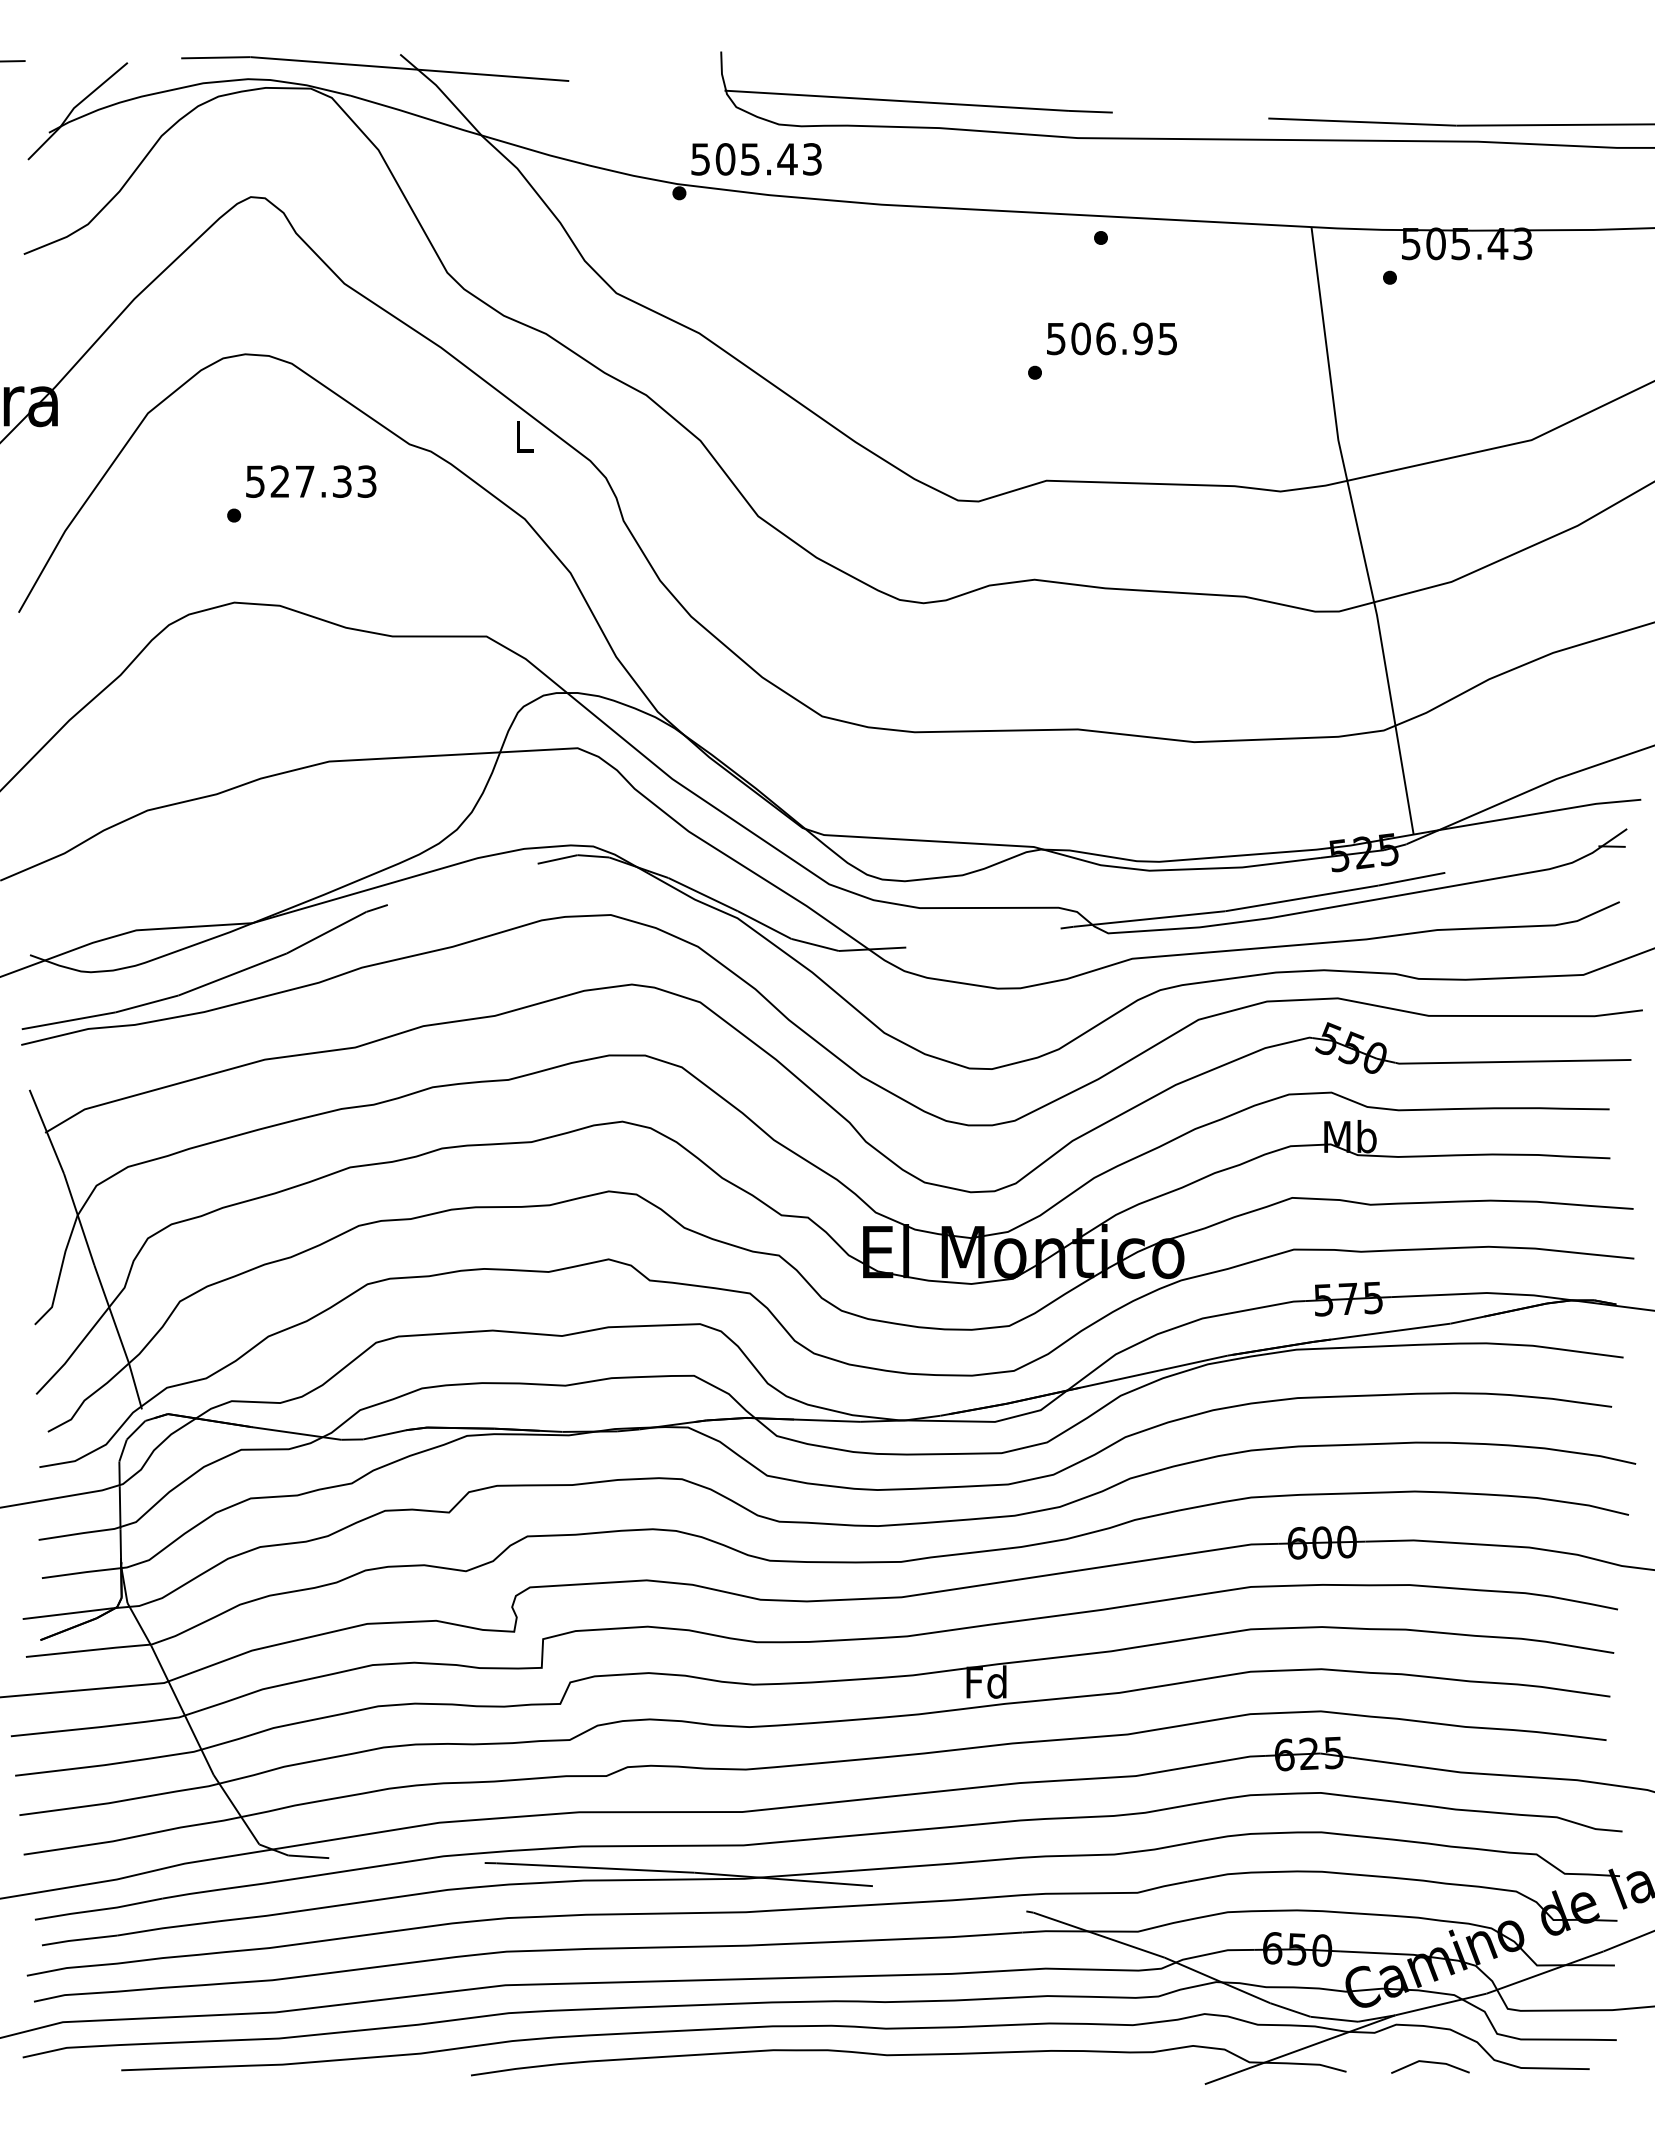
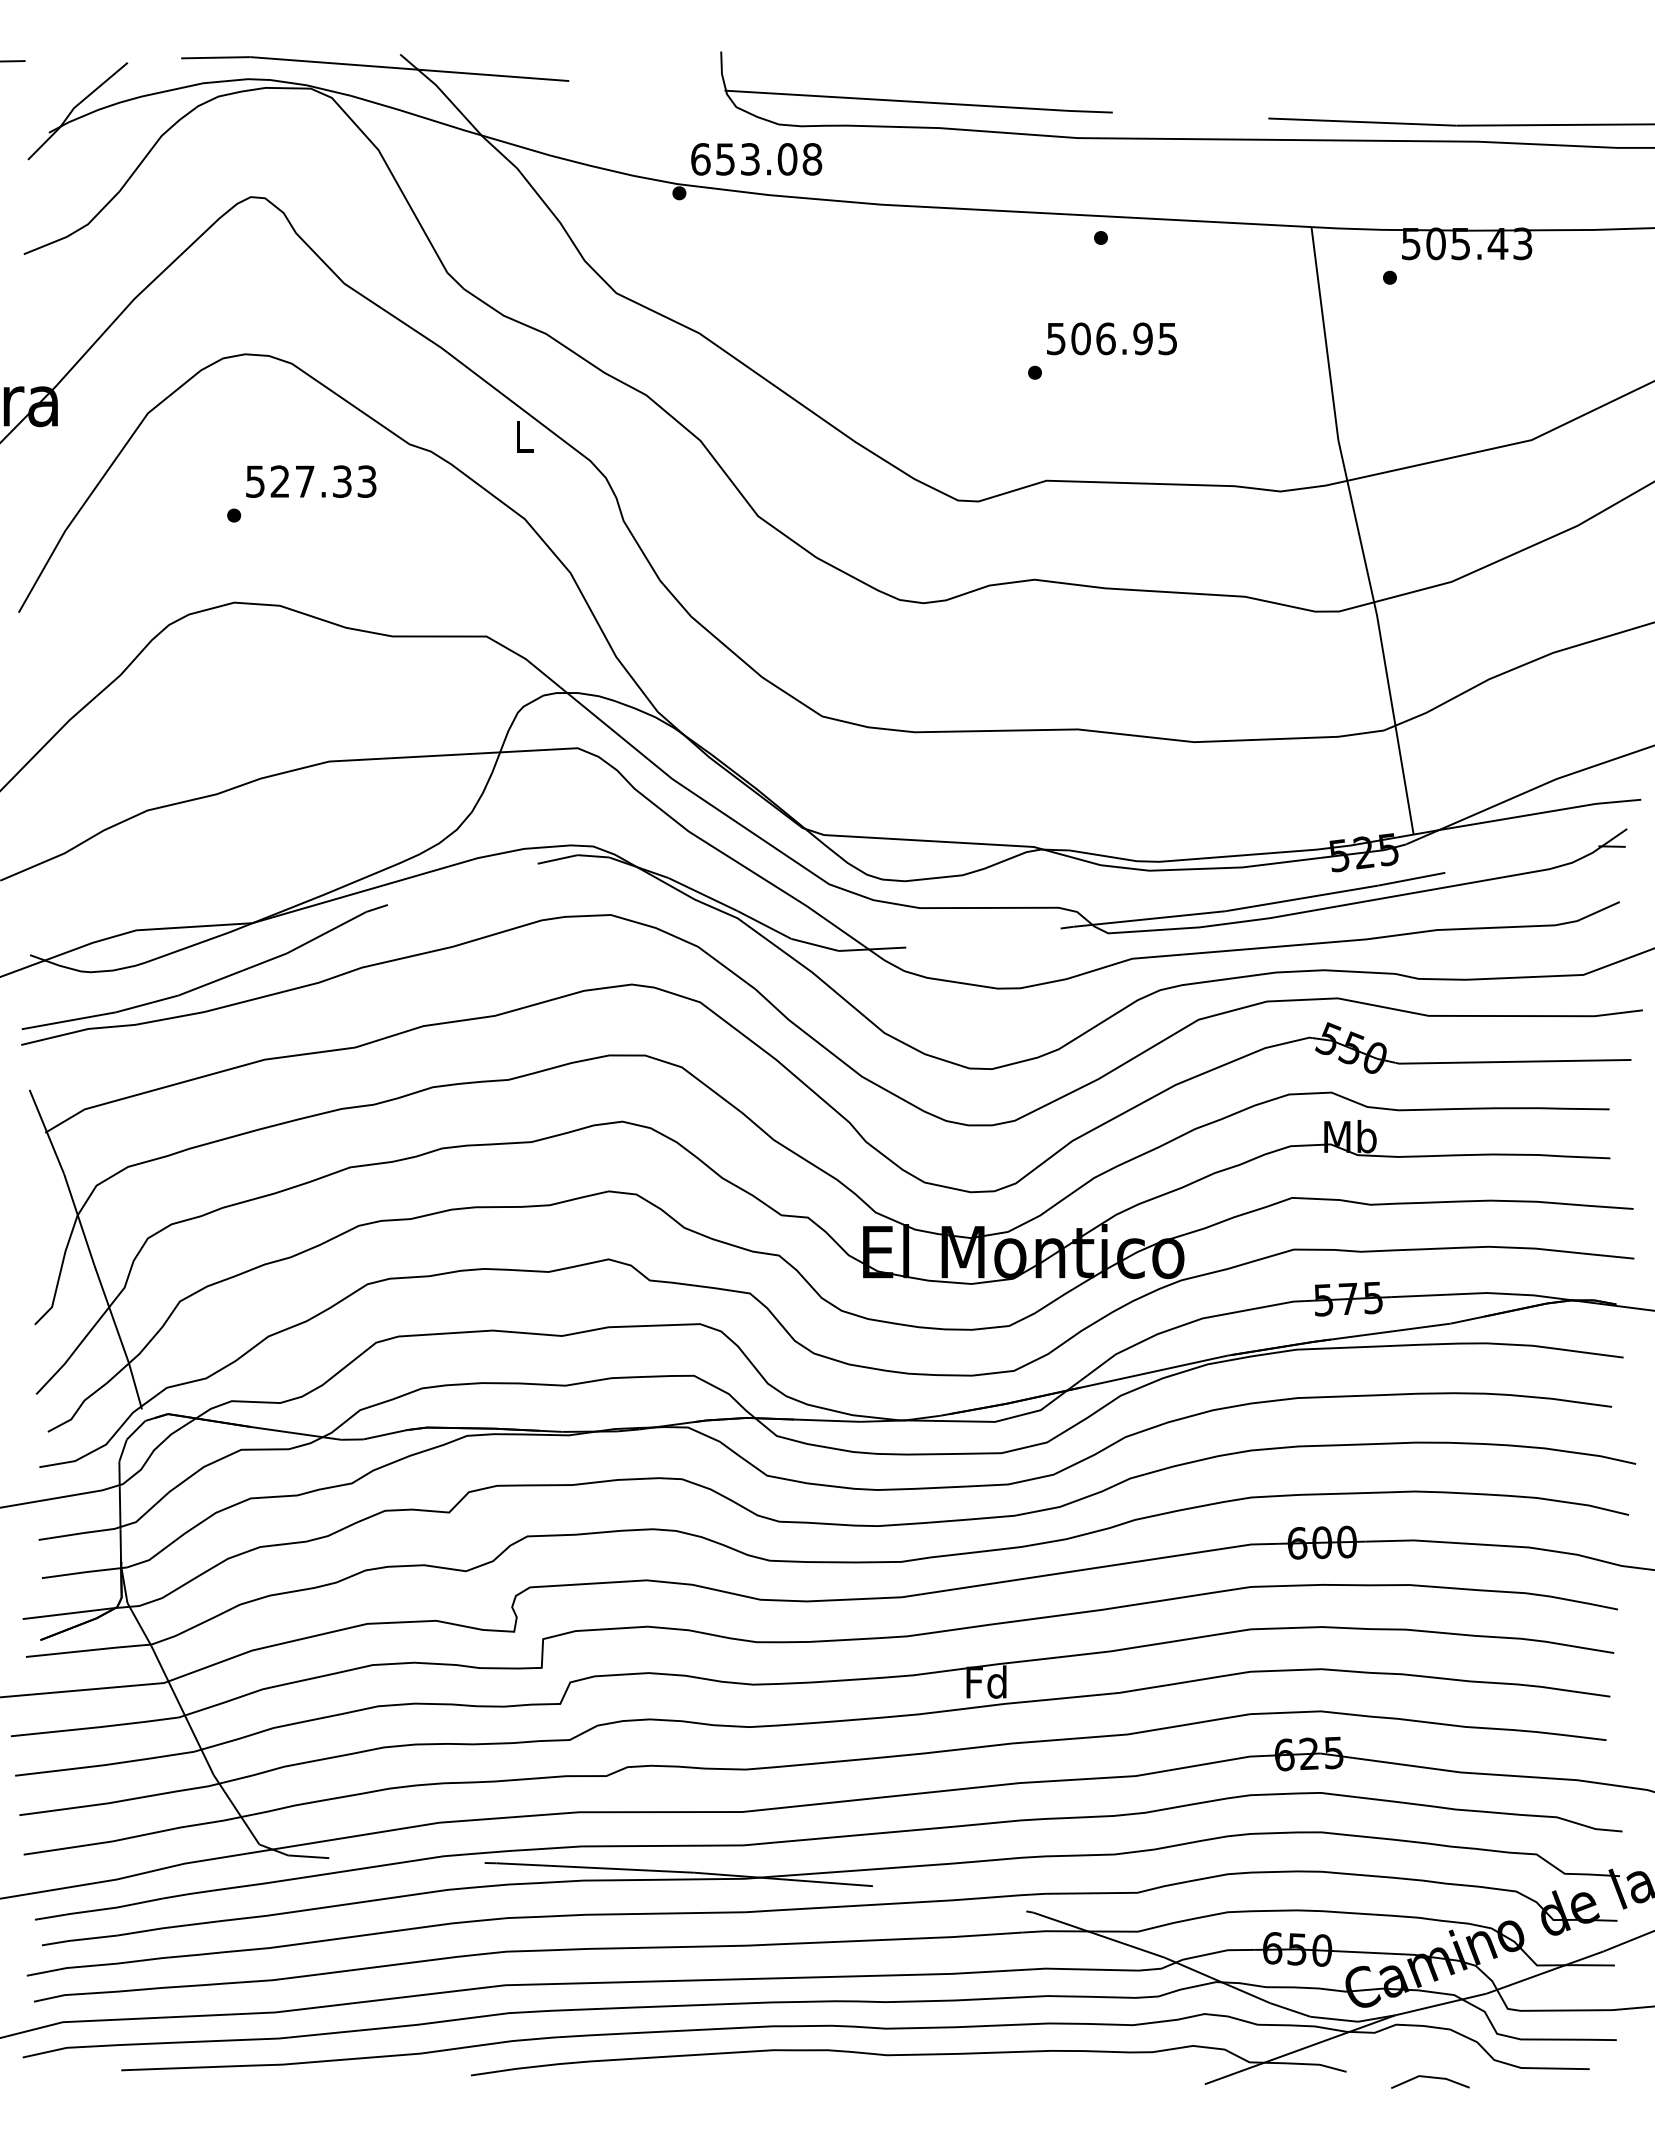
text at (756, 159): 505.43 -> 653.08
line at (1430, 2063) position: (1430, 2063) -> (1430, 2078)
